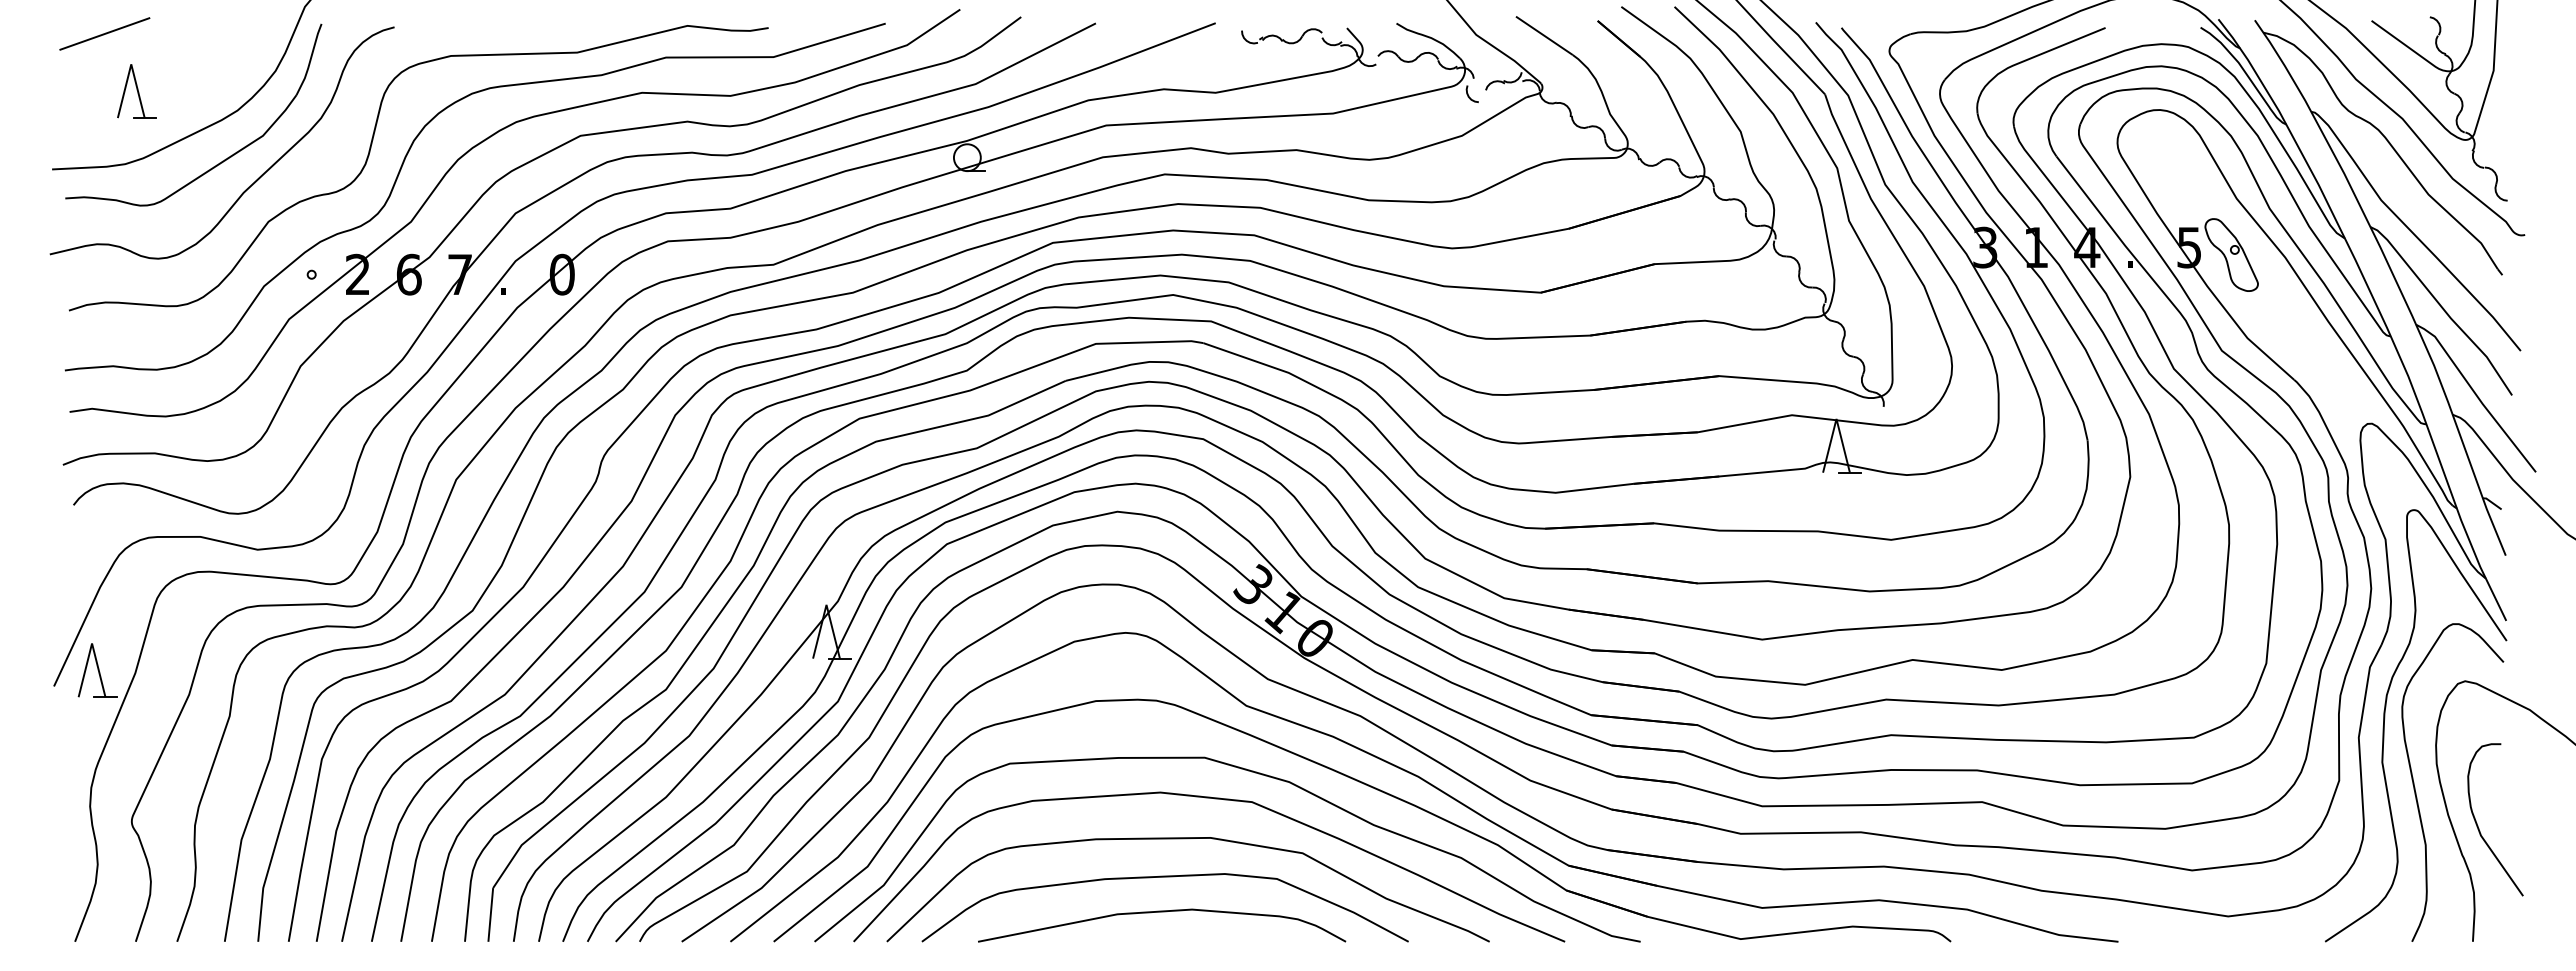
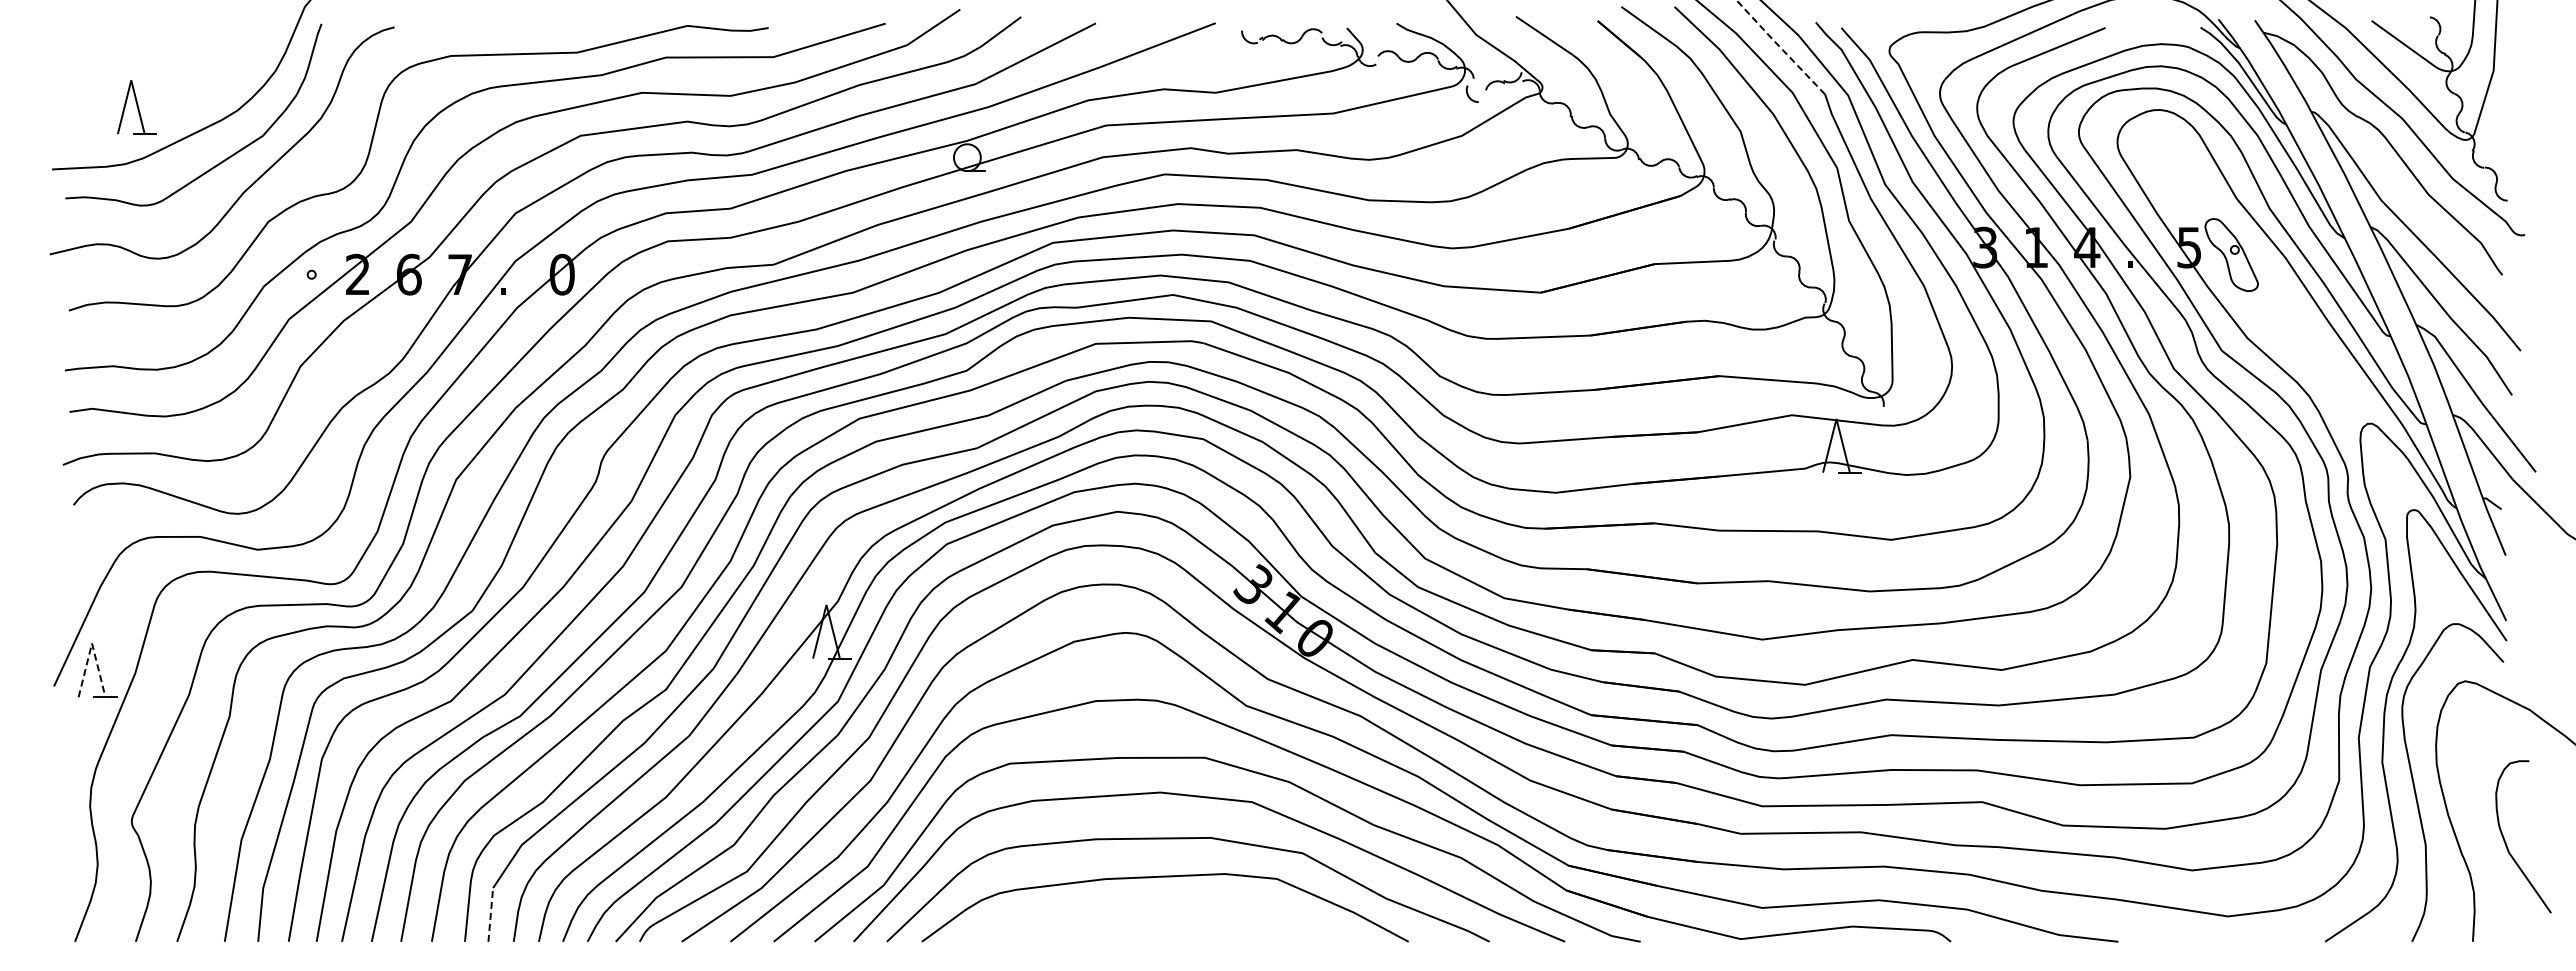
line at (104, 33): present -> none
line at (1780, 47): solid -> dashed
part at (136, 91) position: (136, 91) -> (136, 107)
line at (92, 643): solid -> dashed
curve at (2478, 825) position: (2478, 825) -> (2506, 842)
curve at (1162, 912): present -> none
line at (490, 914): solid -> dashed
